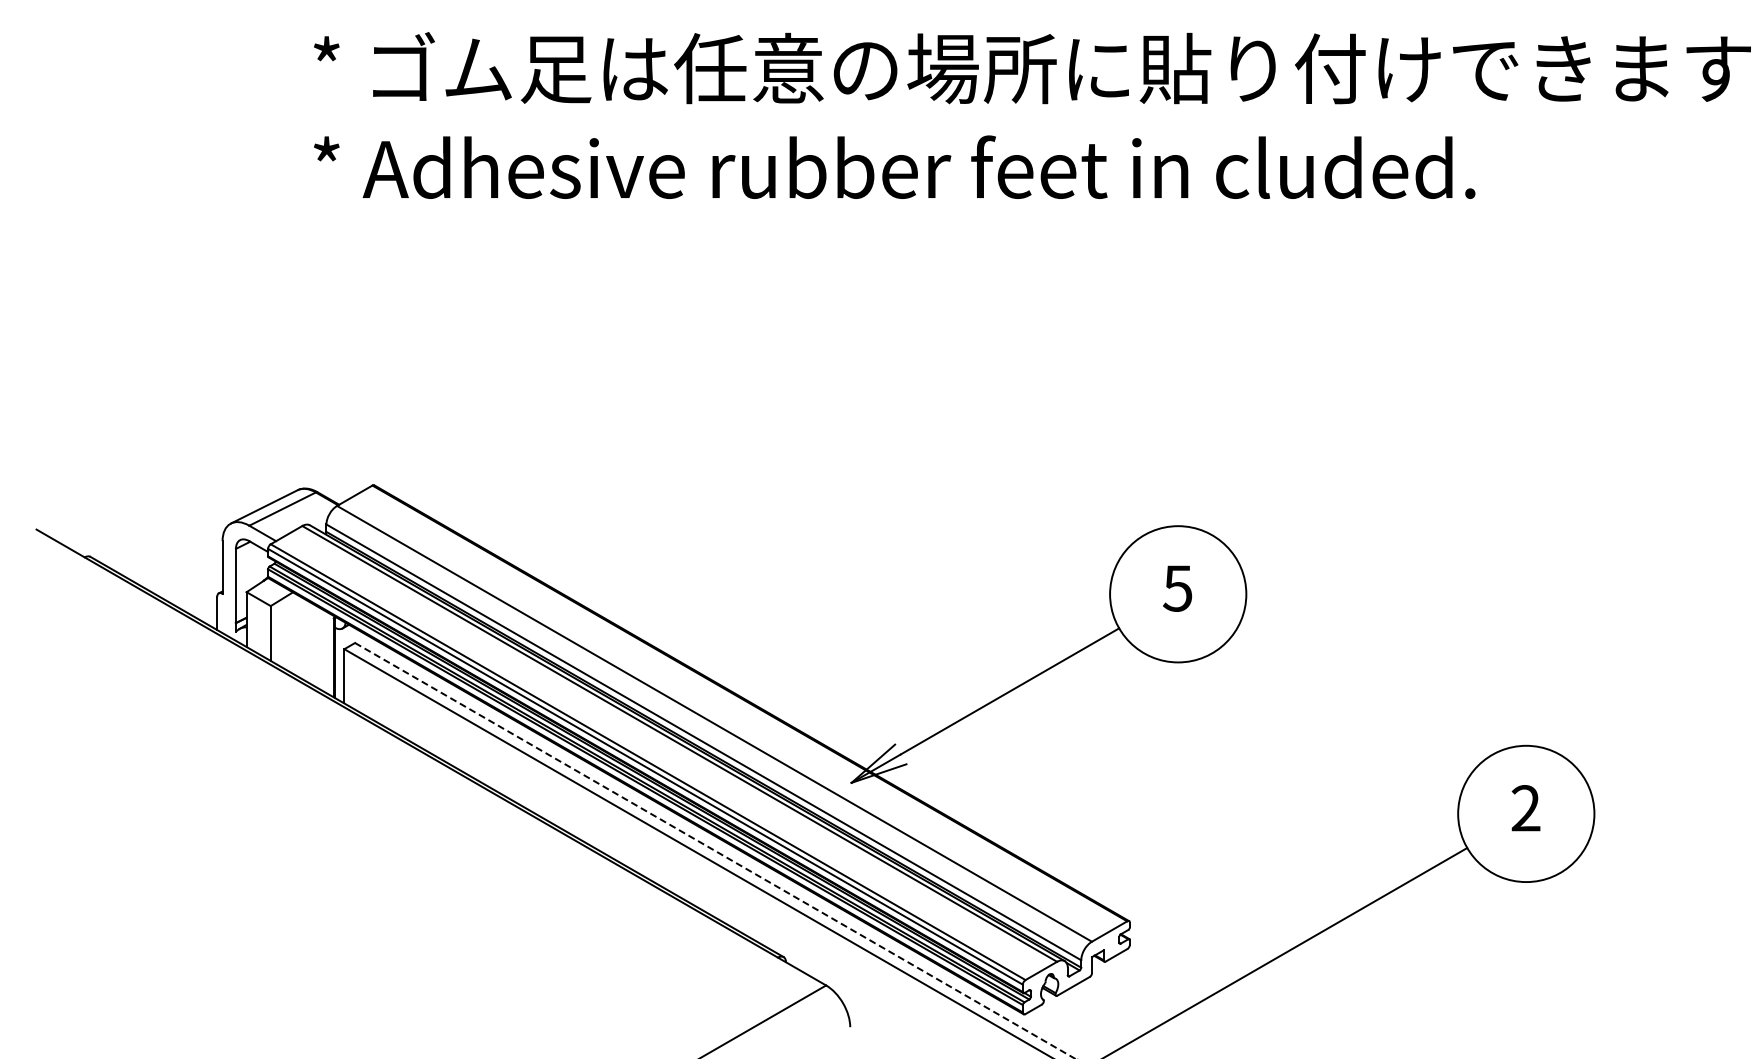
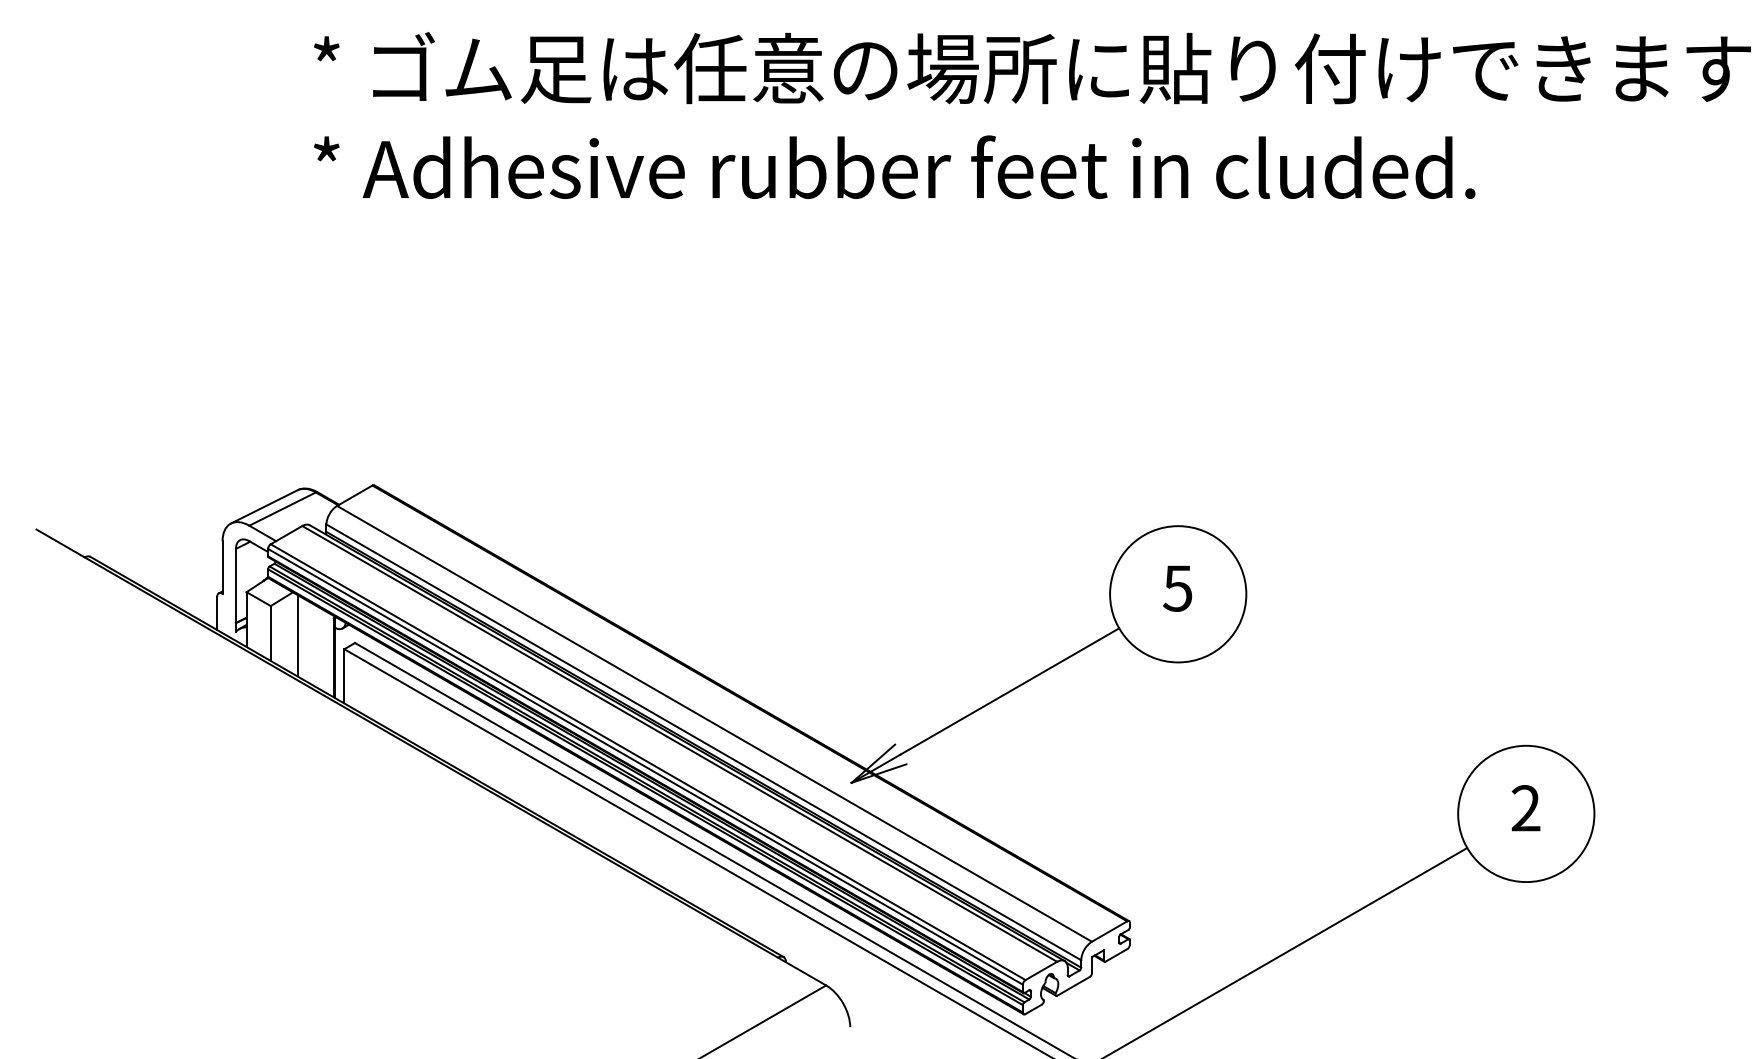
line at (297, 635): none -> present
line at (714, 850): dashed -> solid
